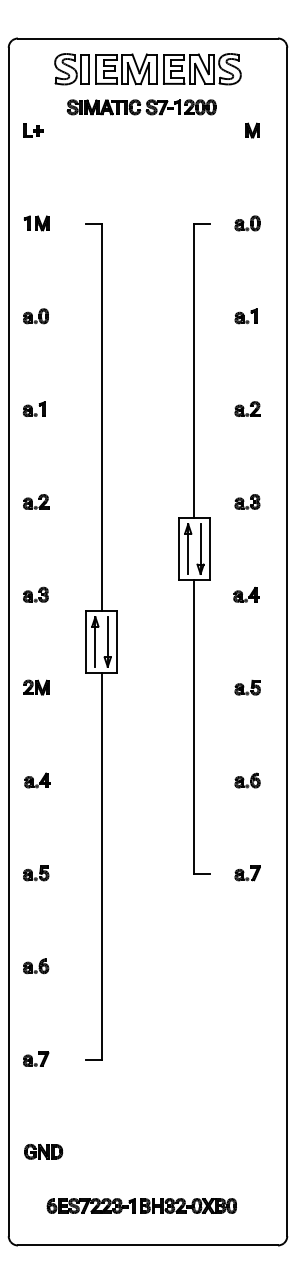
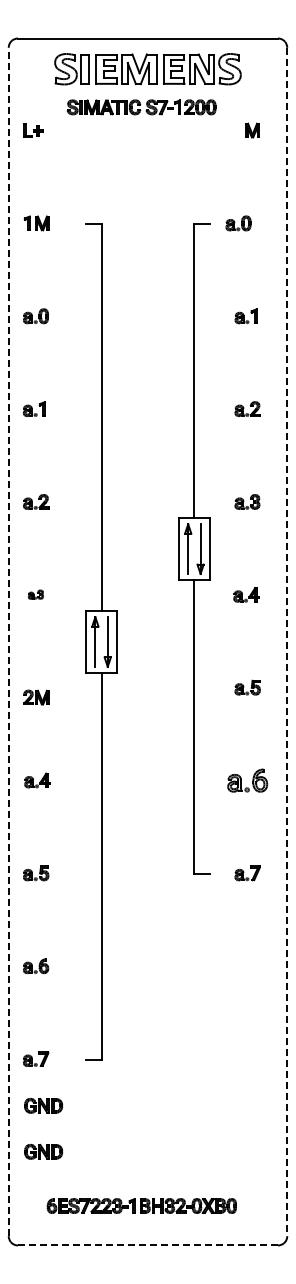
part at (247, 223) position: (247, 223) -> (238, 223)
part at (35, 594) size: 26x17 px -> 18x11 px
line at (8, 641): solid -> dashed
line at (287, 642): solid -> dashed
part at (36, 687) position: (36, 687) -> (36, 697)
part at (247, 780) size: 27x17 px -> 42x25 px
part at (43, 1105): none -> present
line at (147, 1245): solid -> dashed
